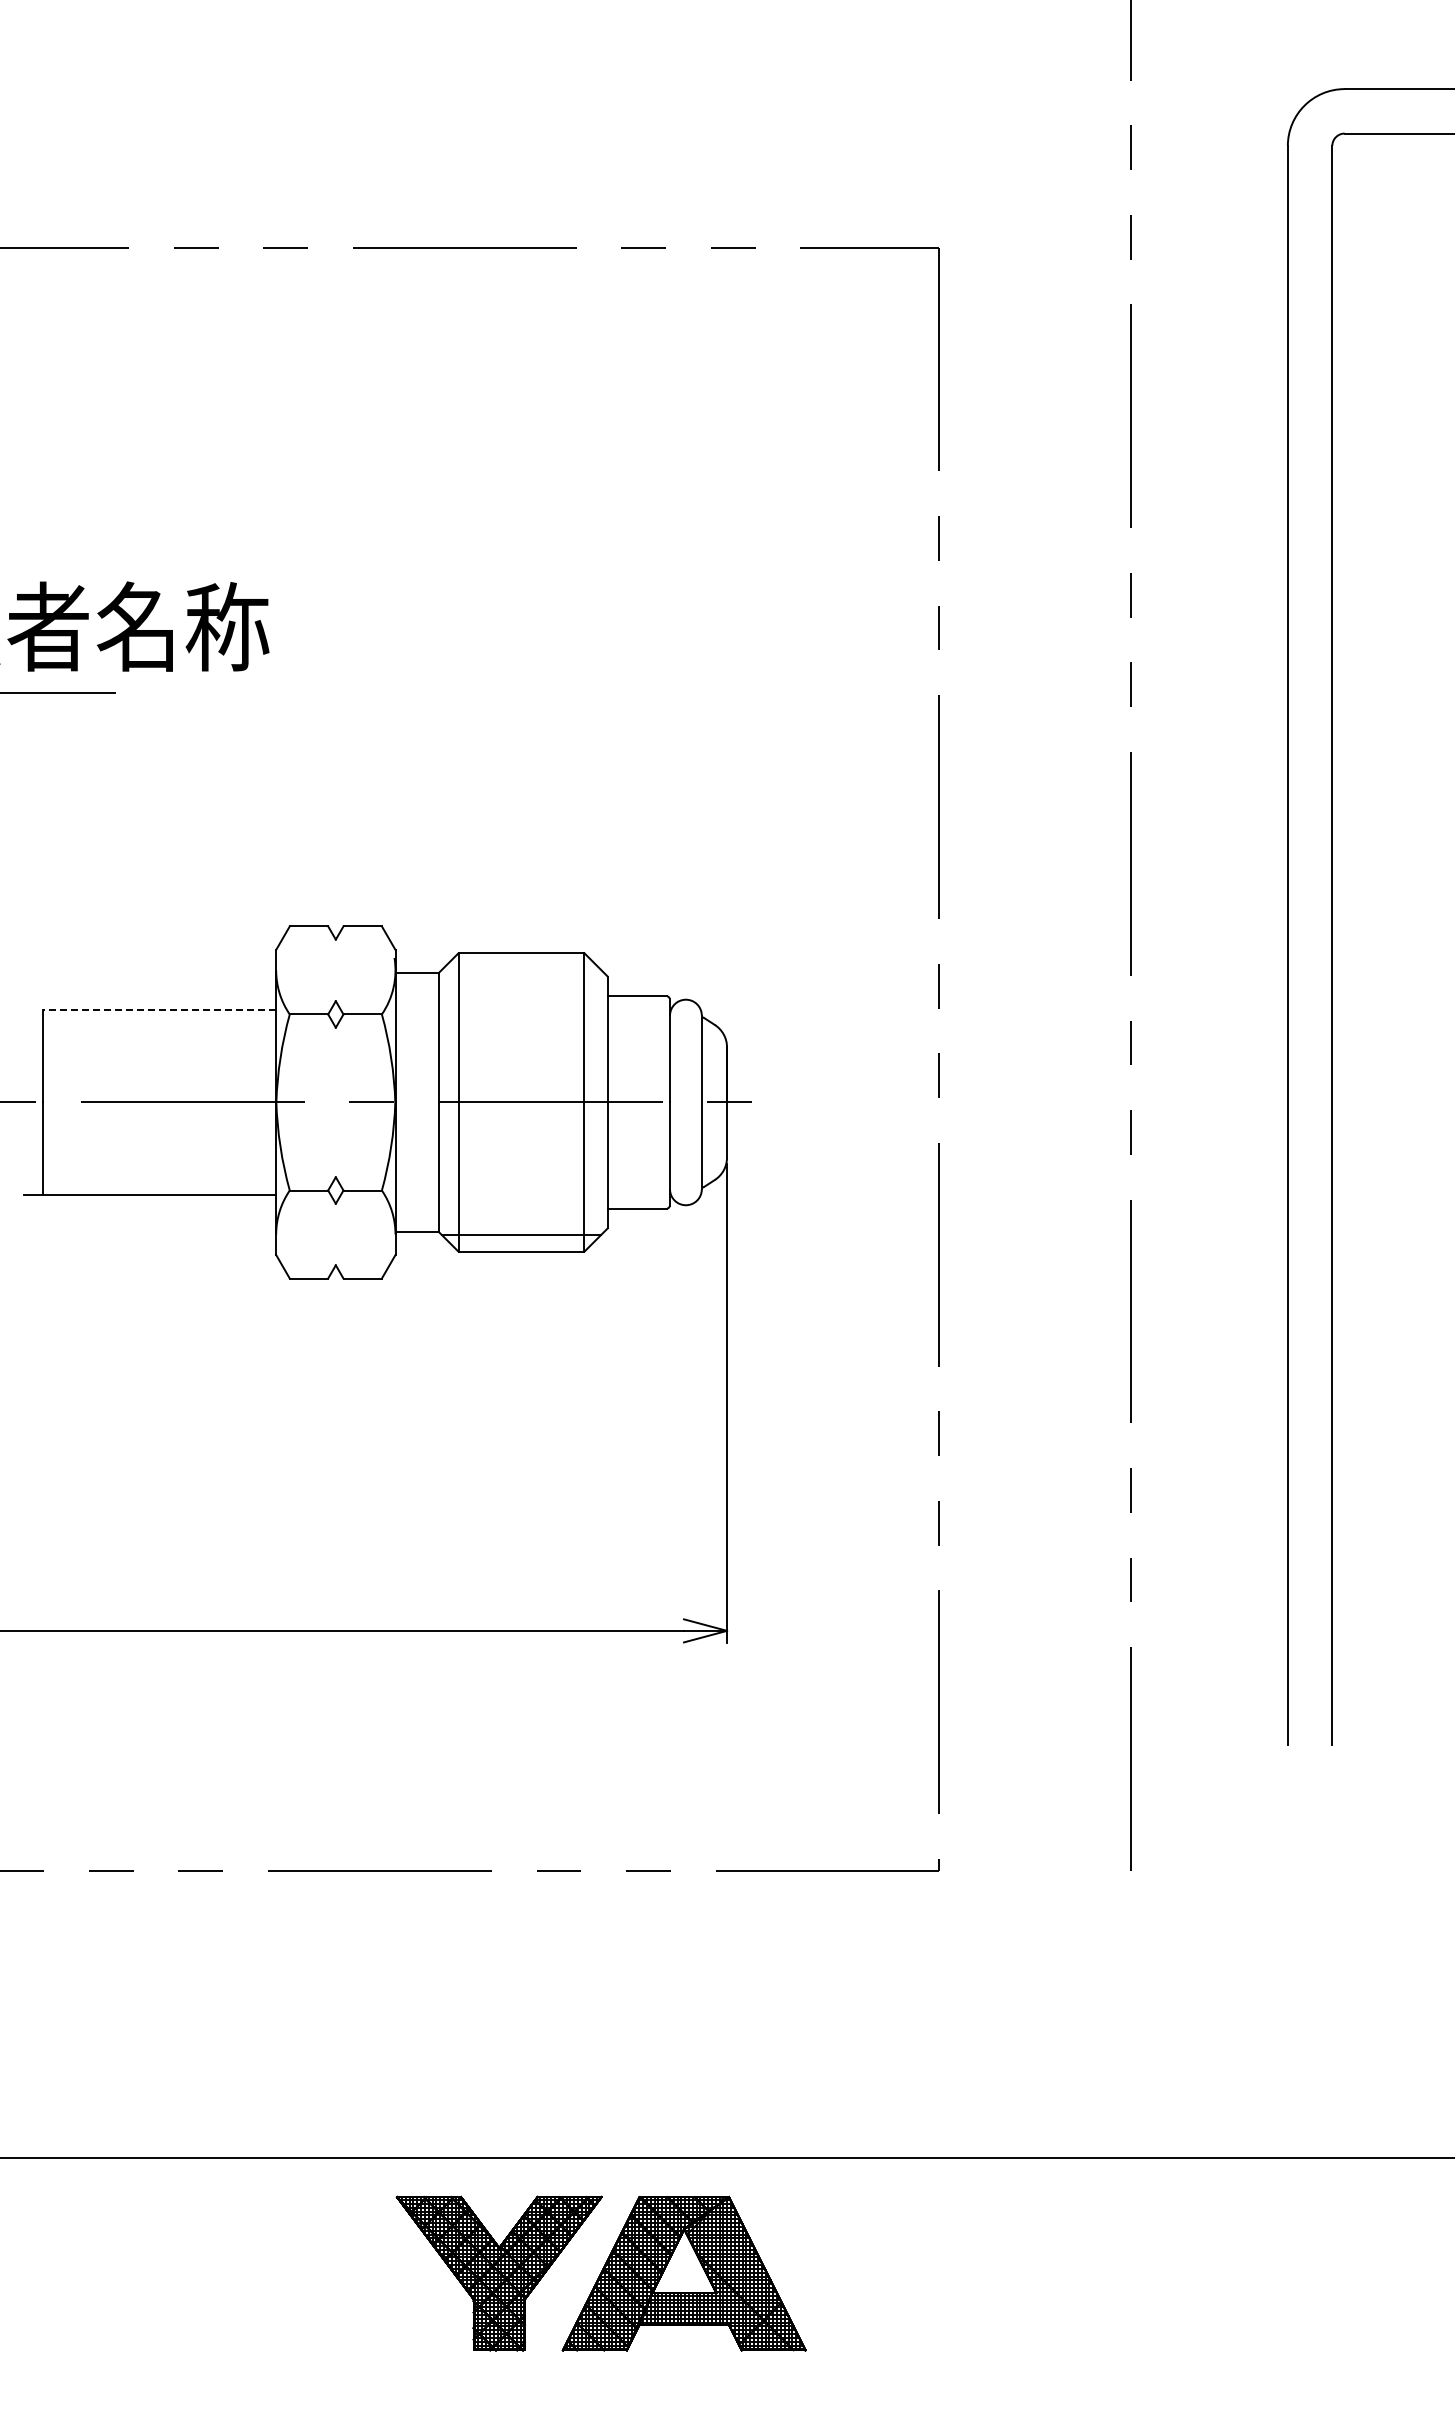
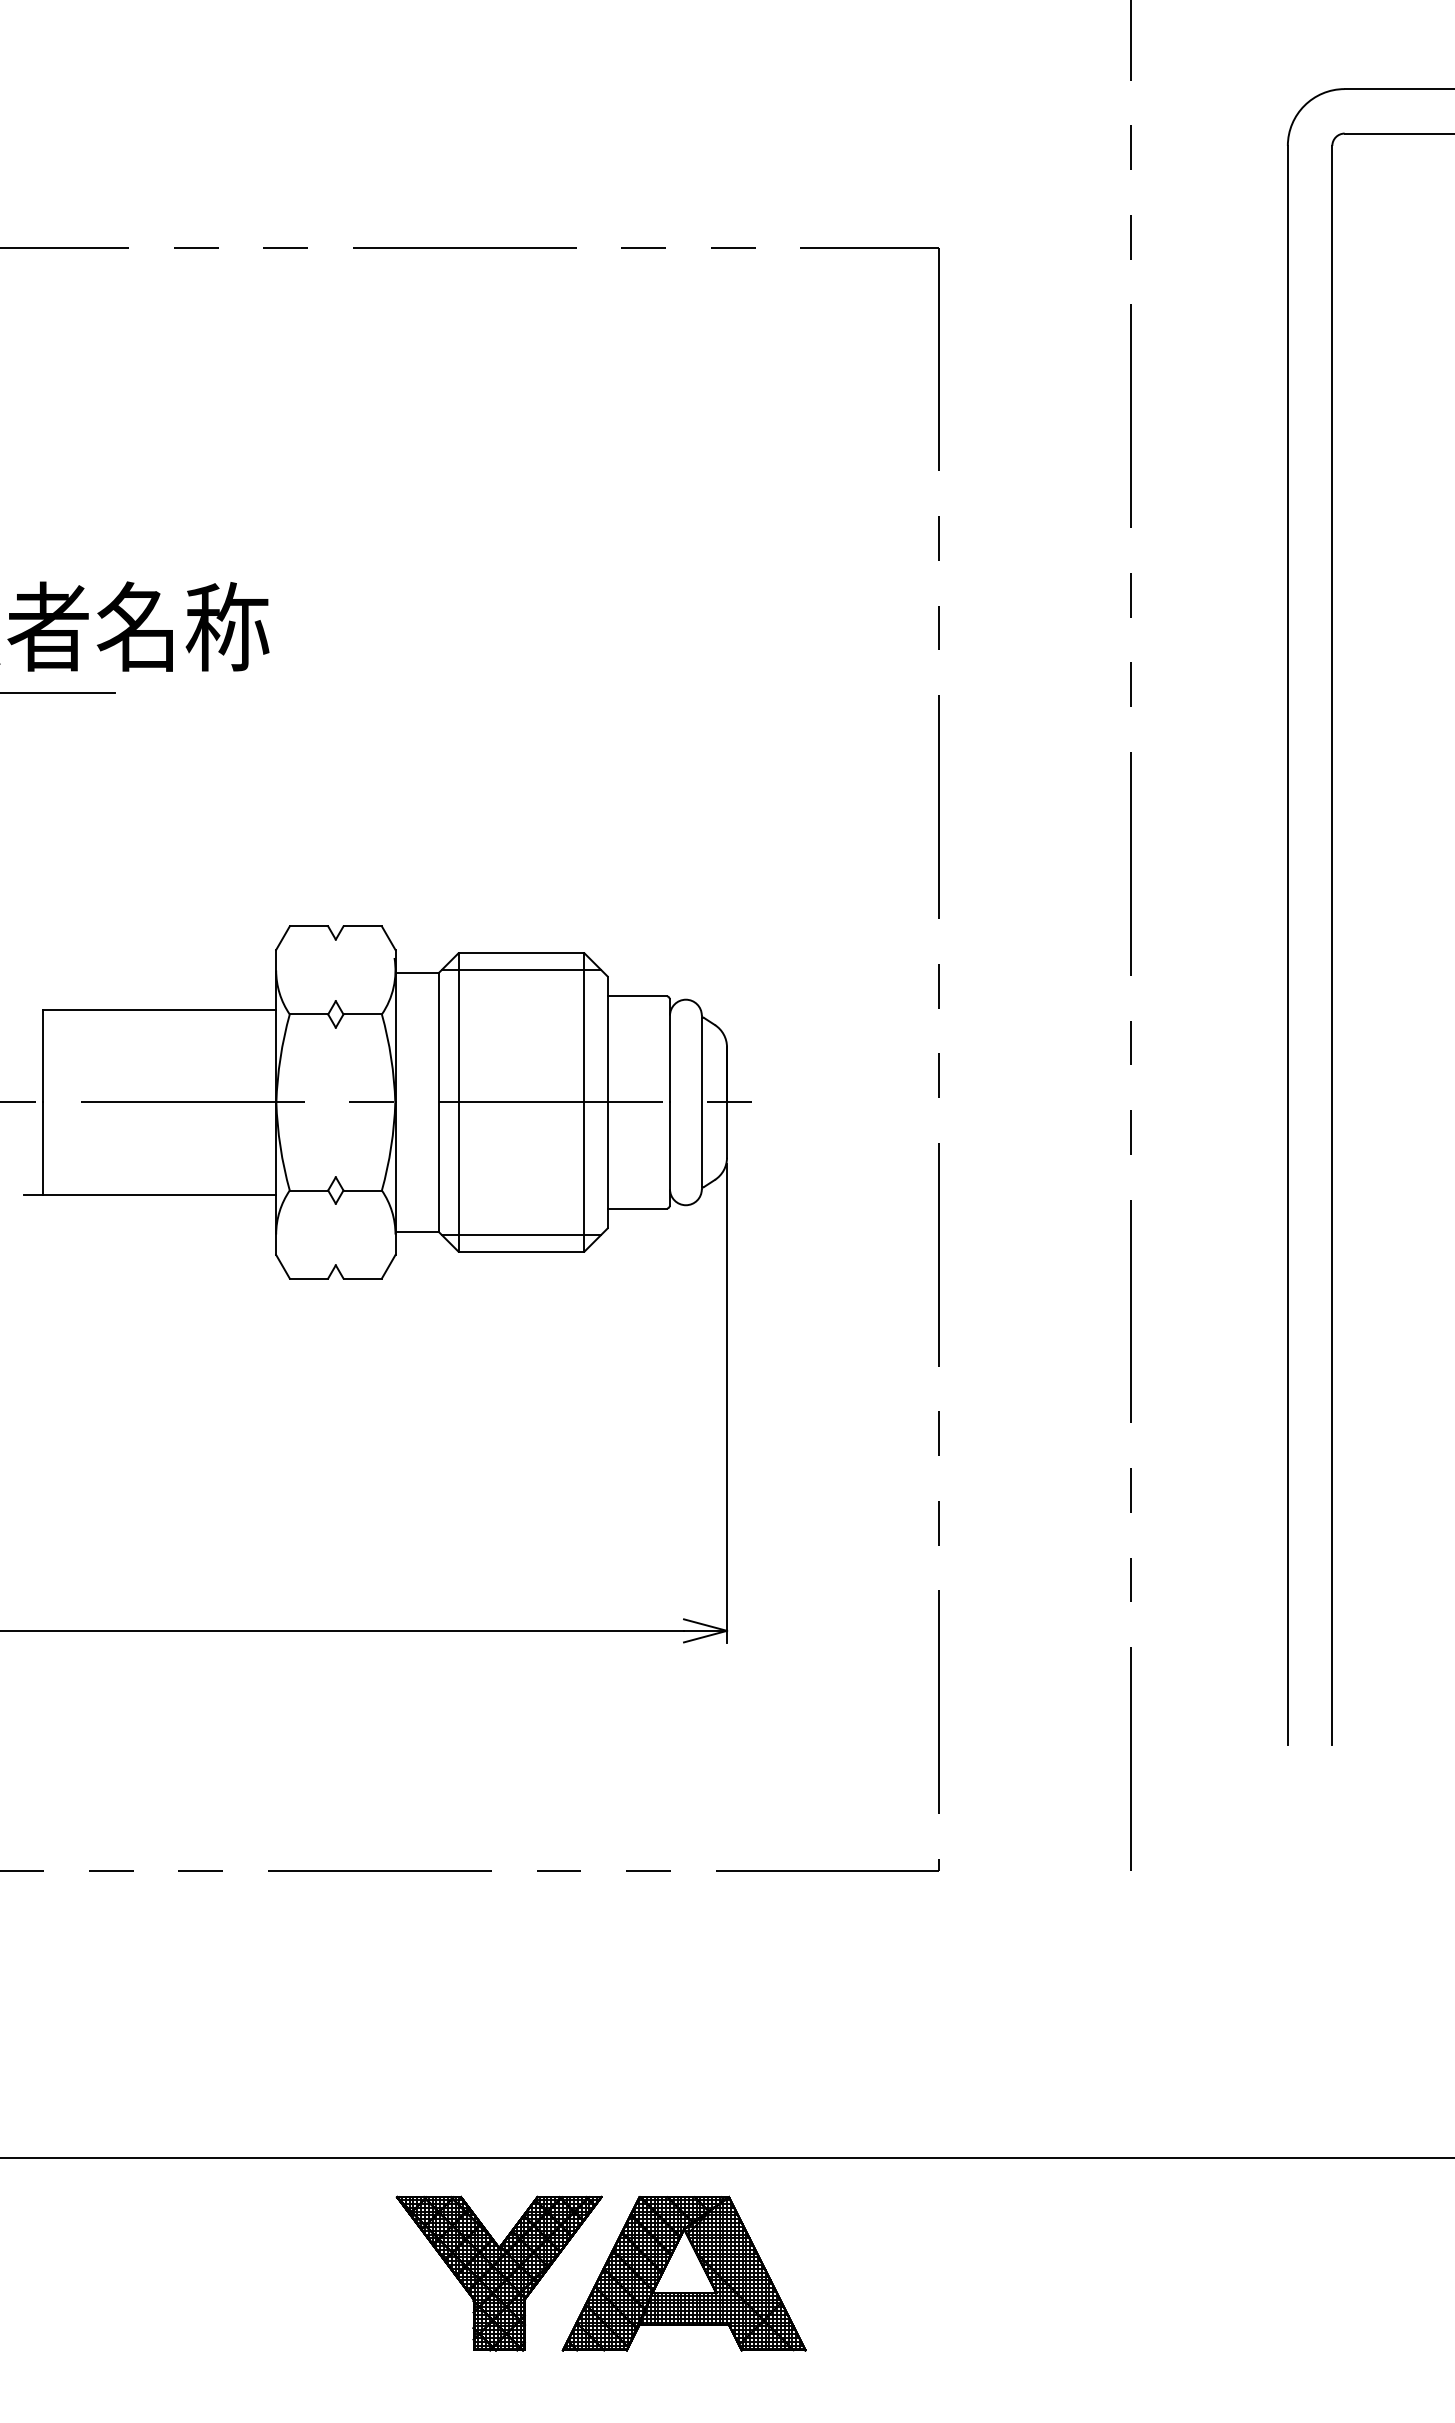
line at (521, 969): none -> present
line at (159, 1009): dashed -> solid
